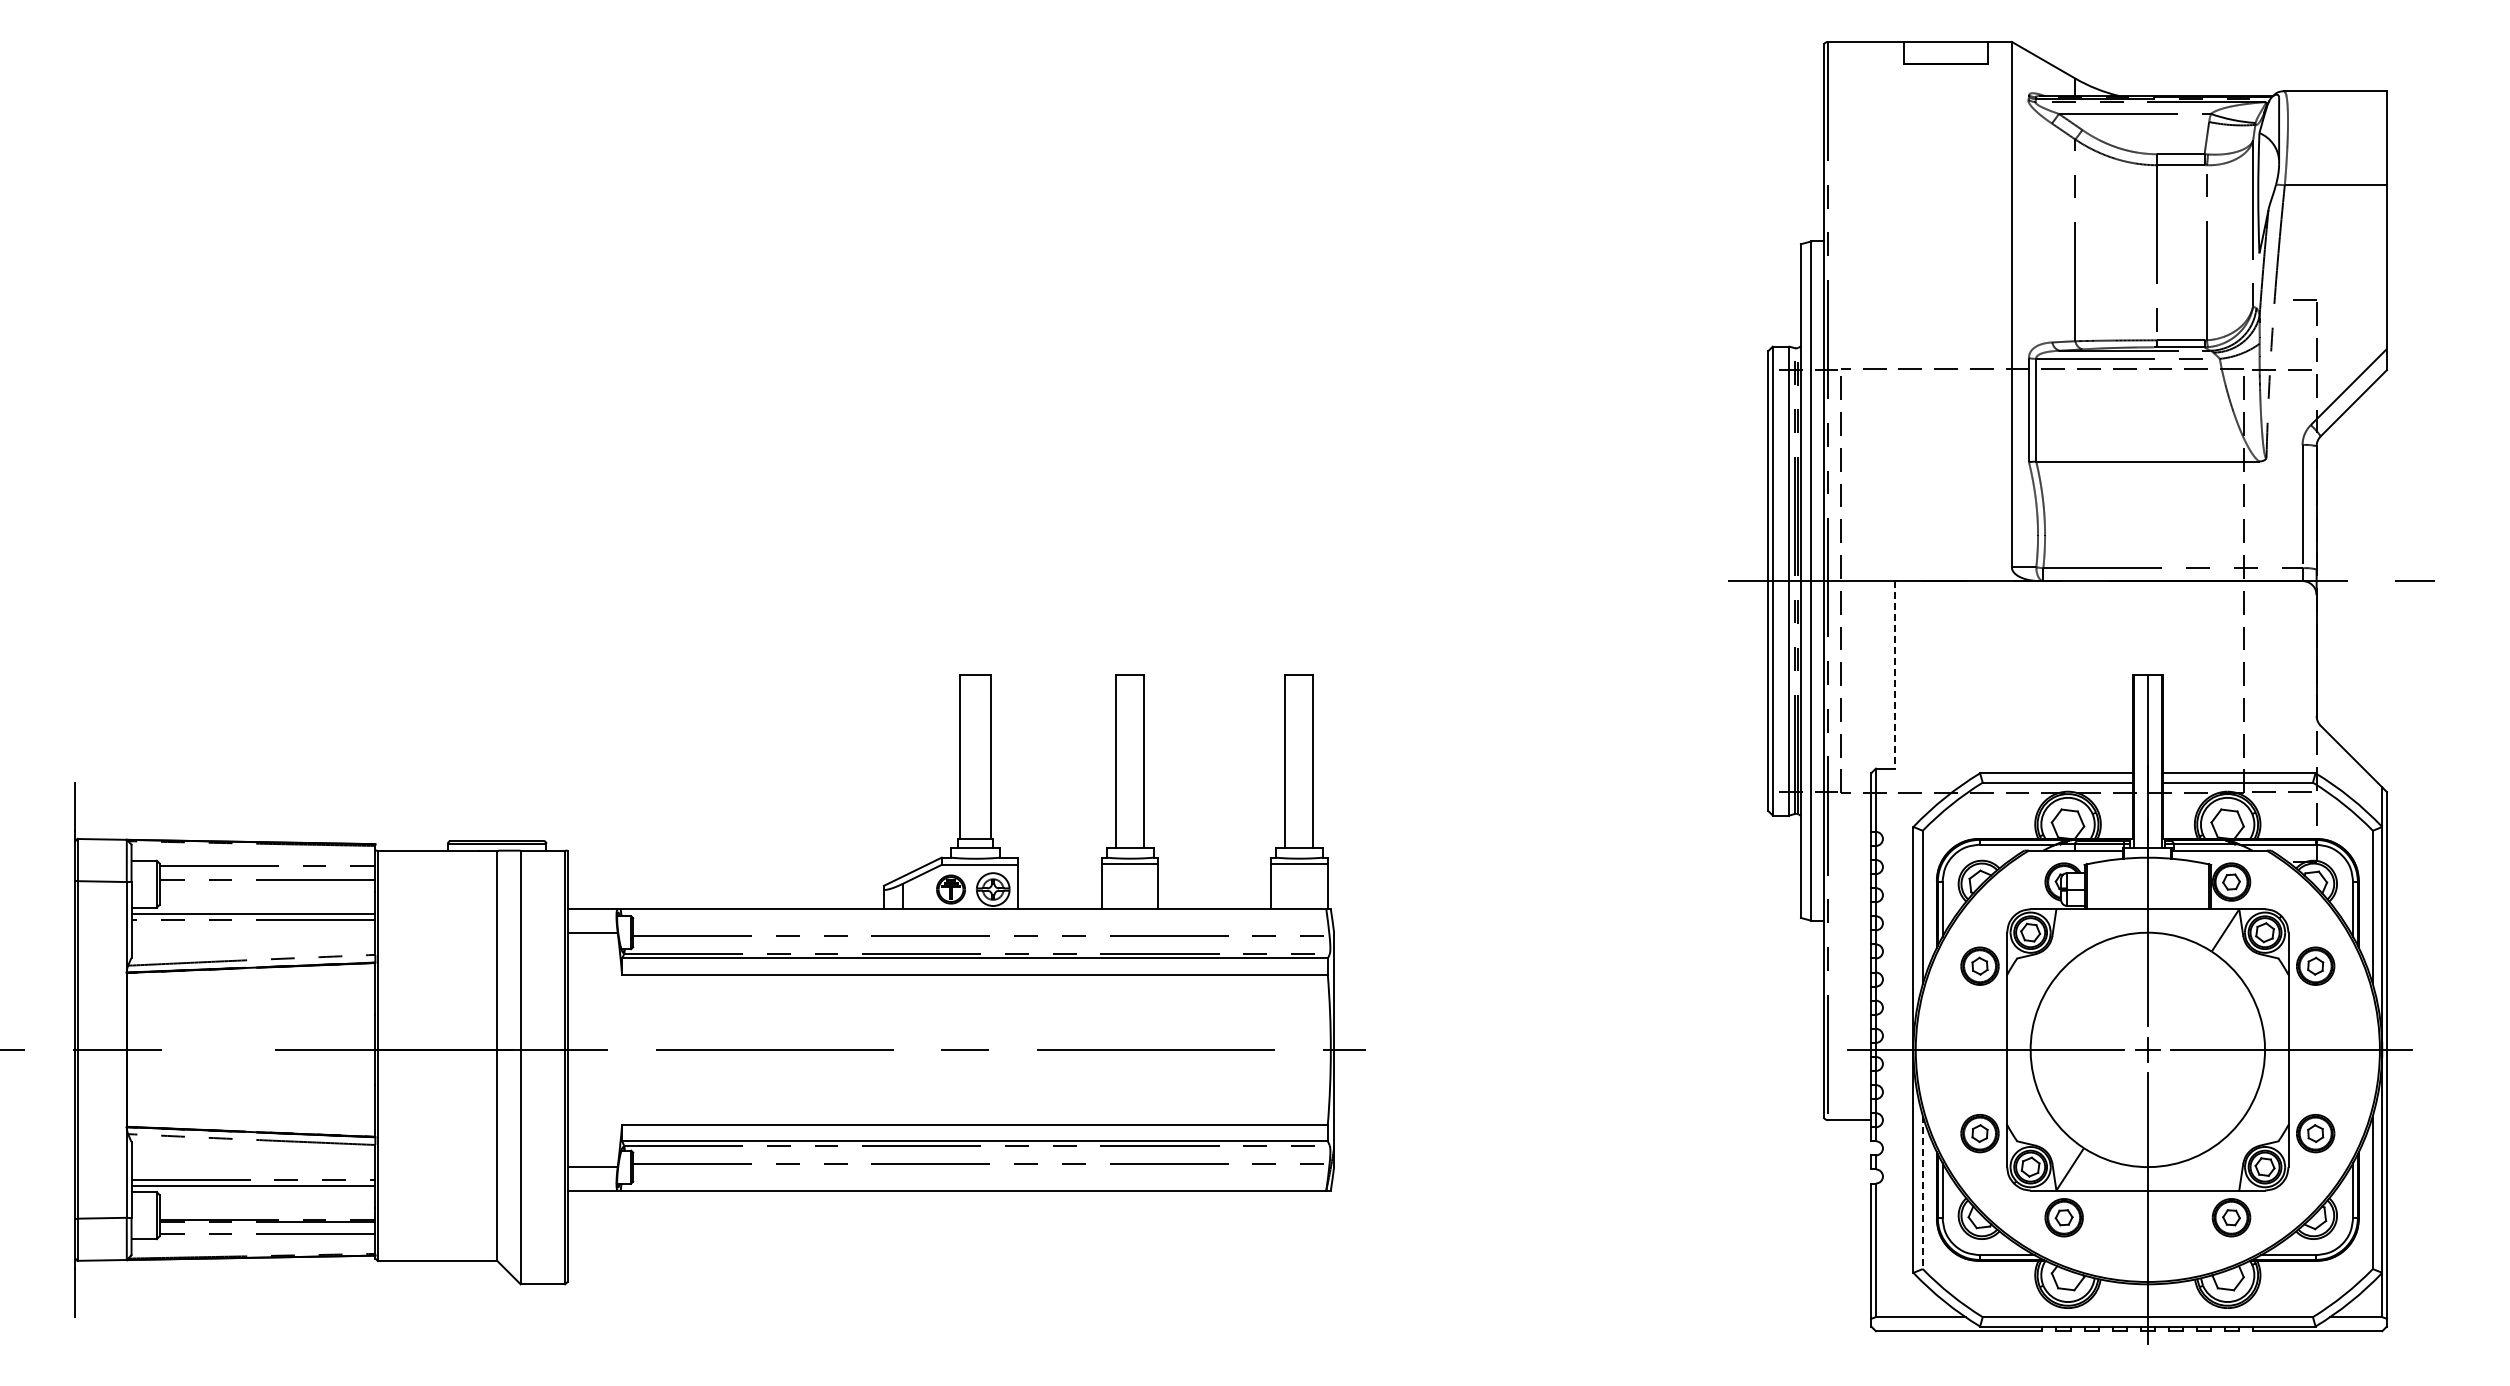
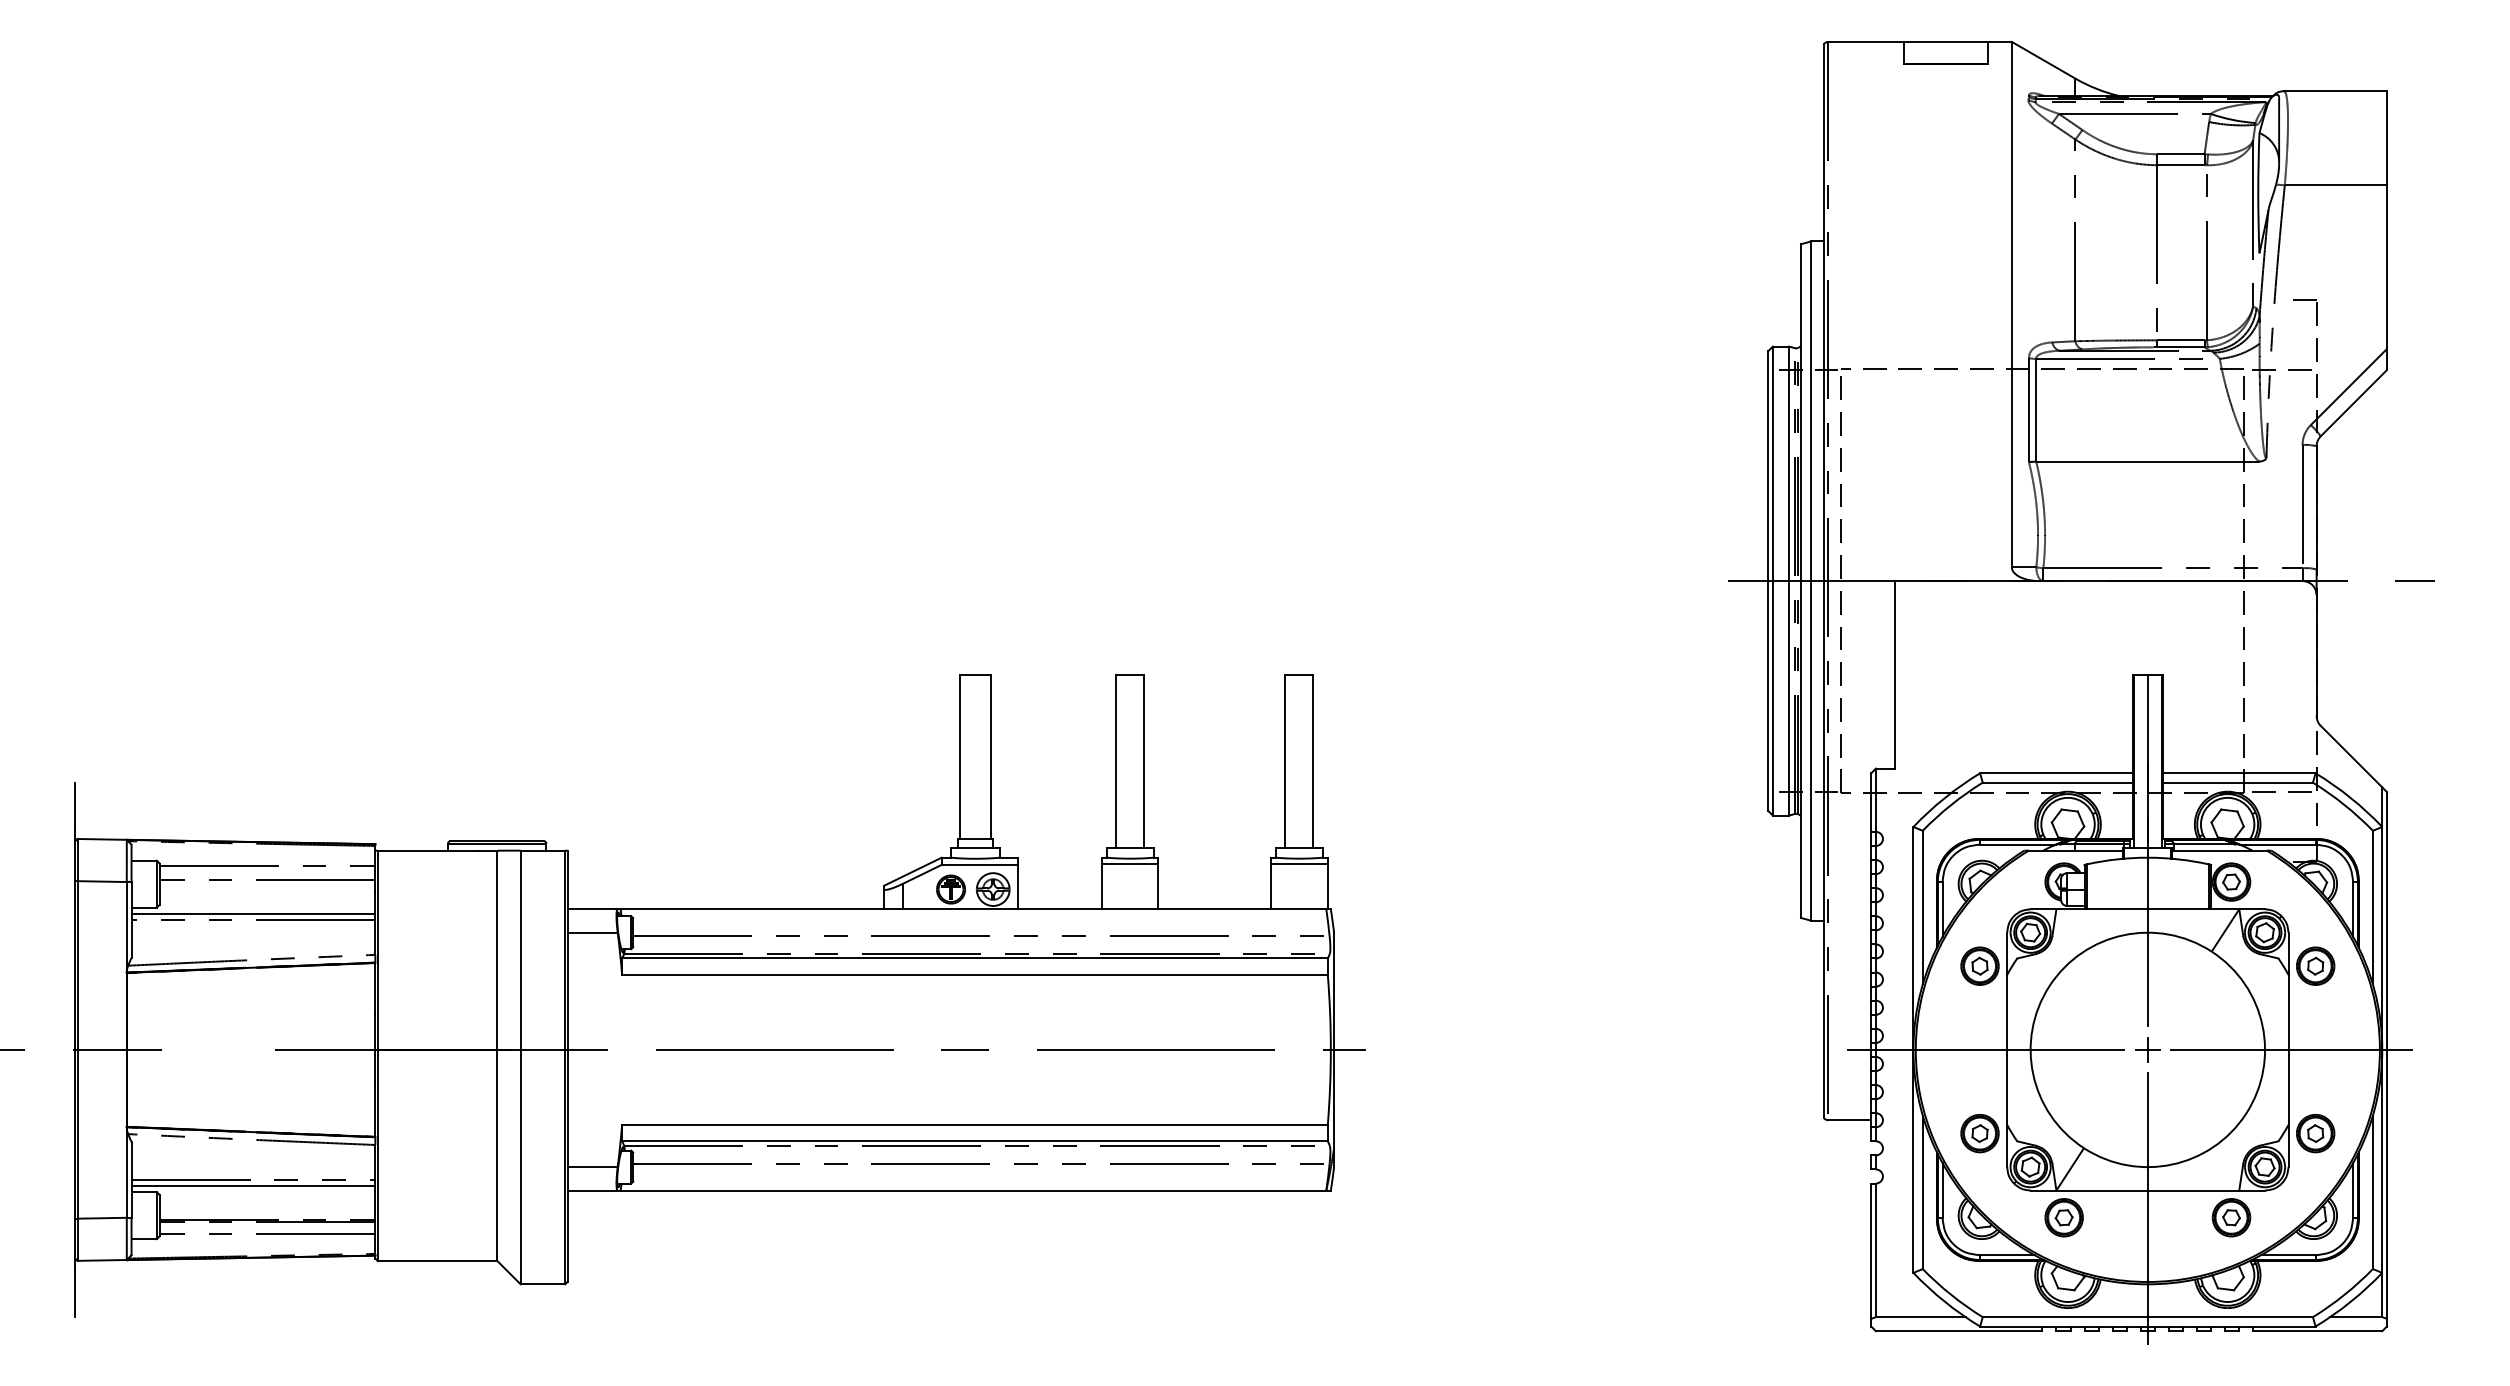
line at (1894, 674): dashed -> solid
line at (1922, 1192): dashed -> solid
